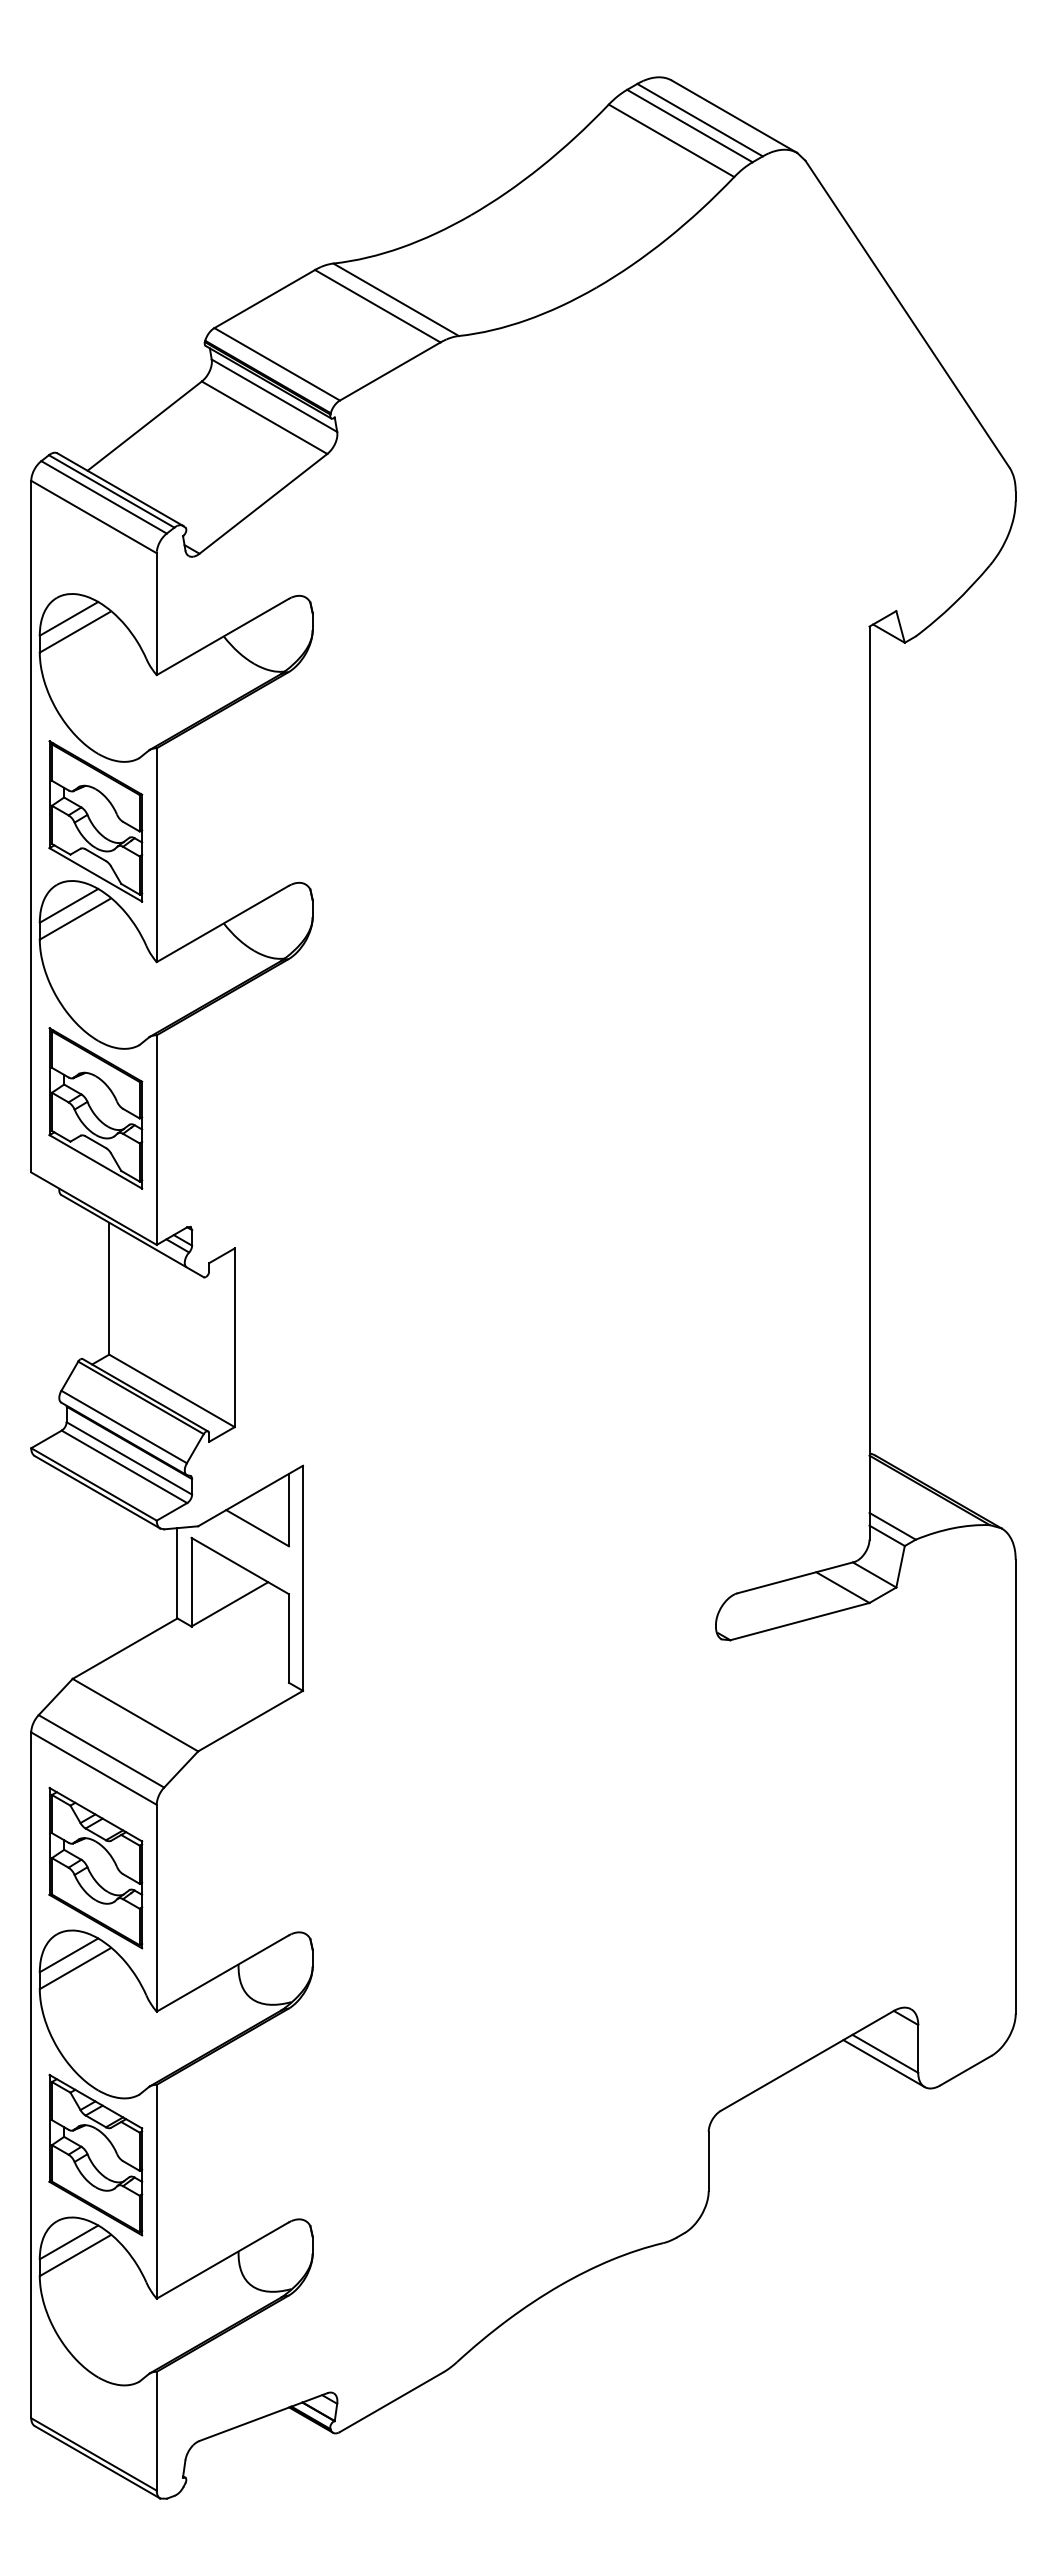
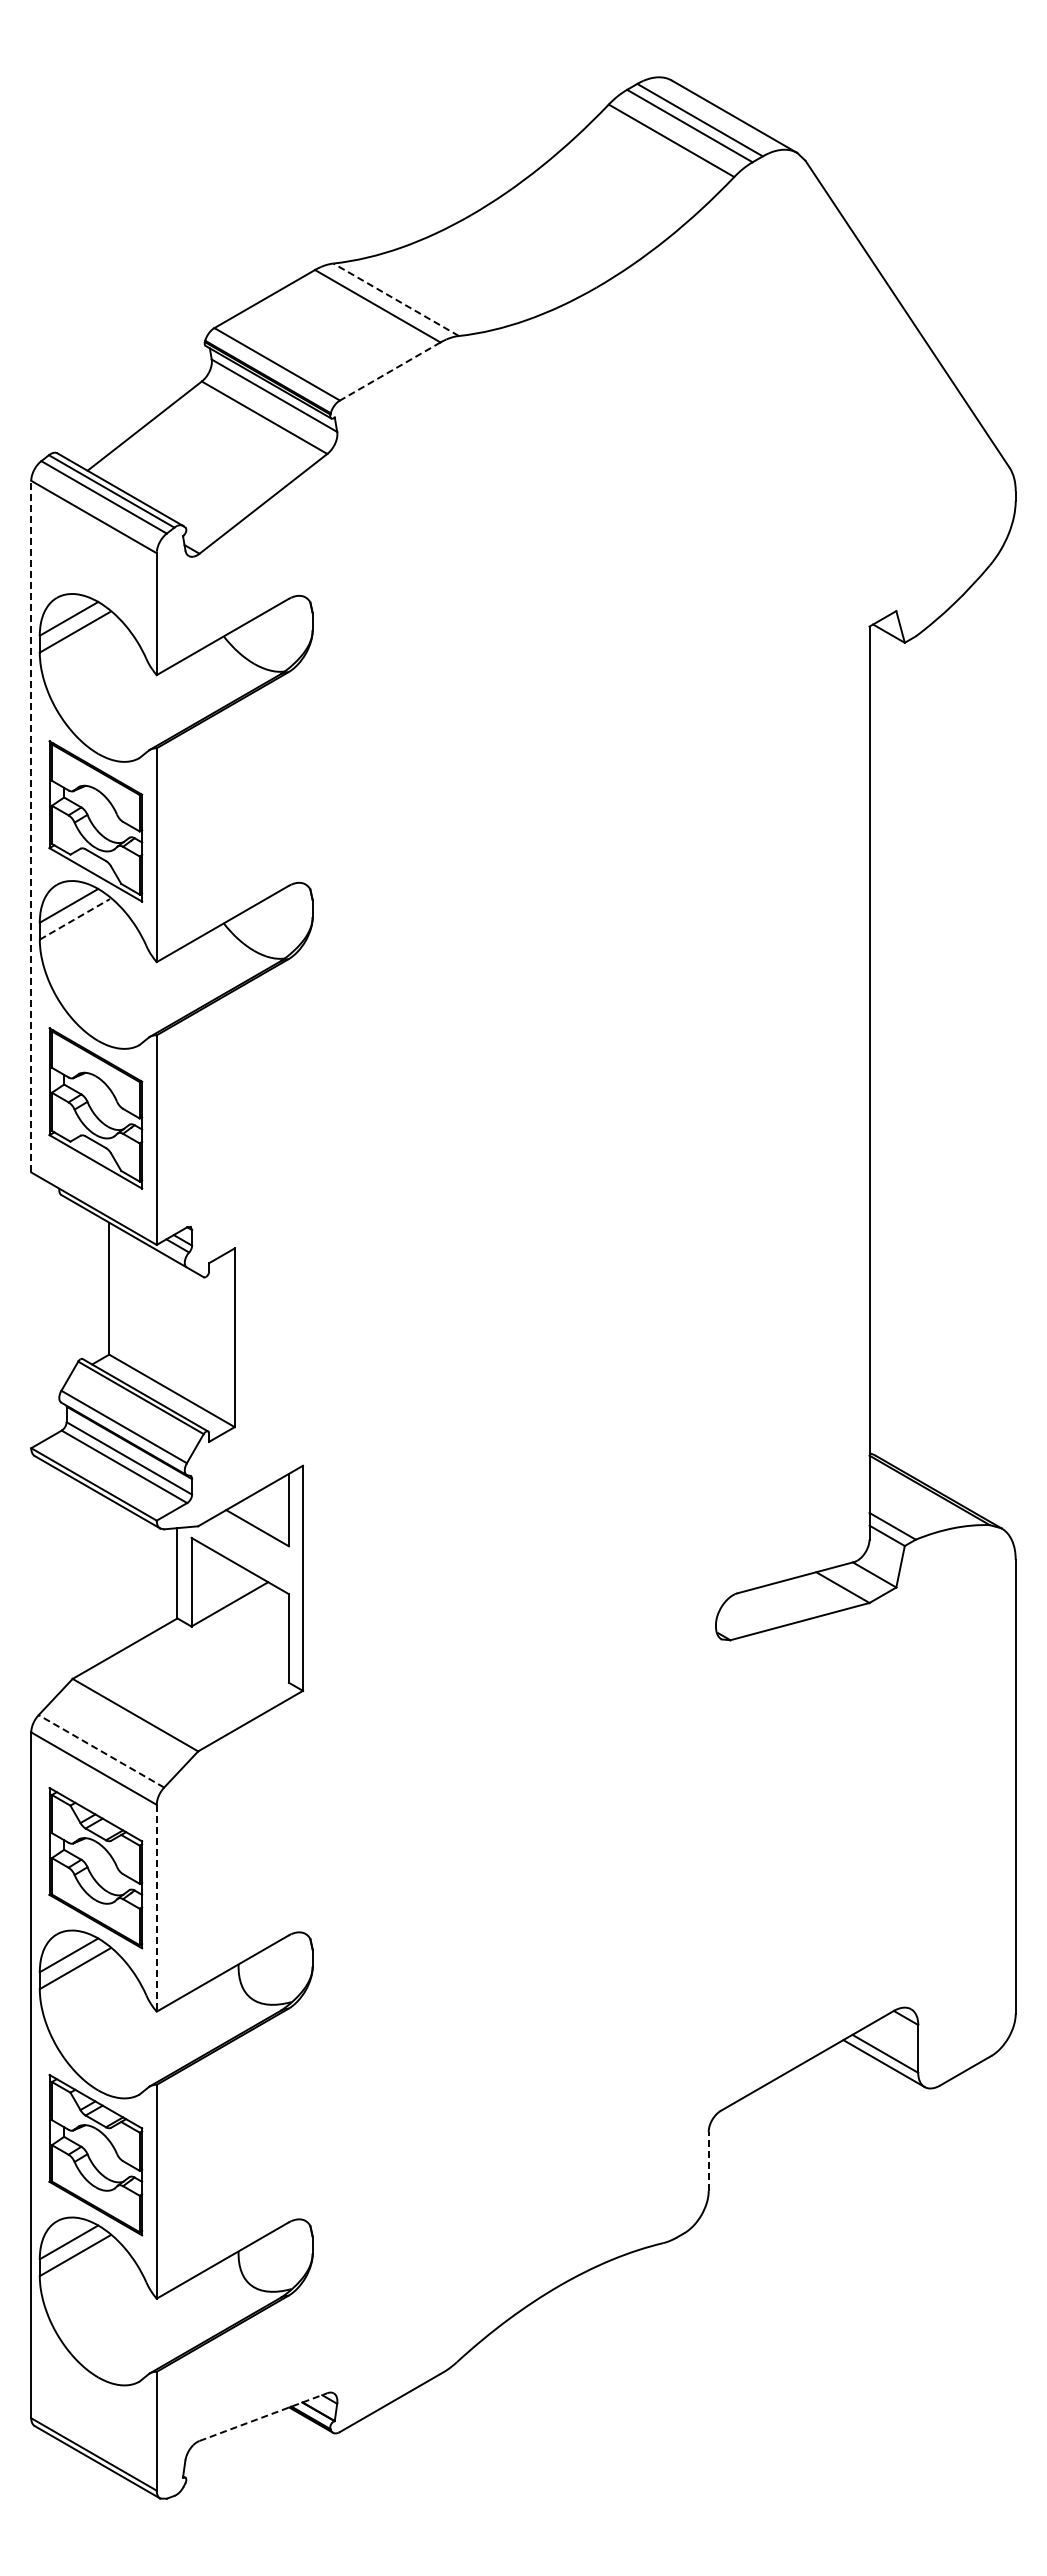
line at (395, 299): solid -> dashed
line at (389, 371): solid -> dashed
line at (31, 826): solid -> dashed
line at (74, 919): solid -> dashed
line at (101, 1751): solid -> dashed
line at (156, 1908): solid -> dashed
line at (708, 2161): solid -> dashed
line at (263, 2416): solid -> dashed
